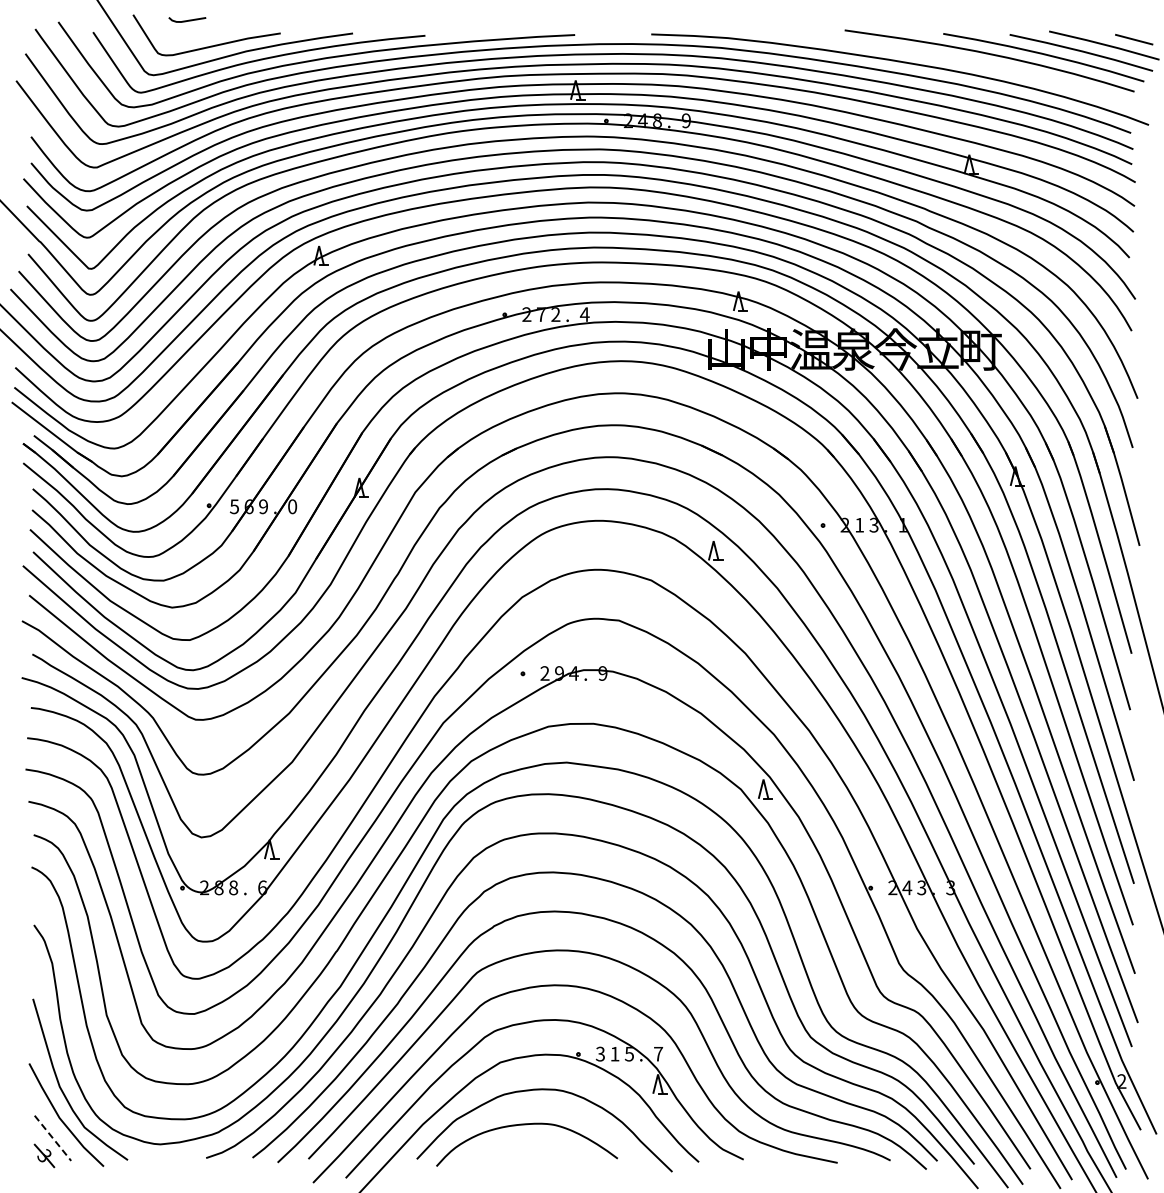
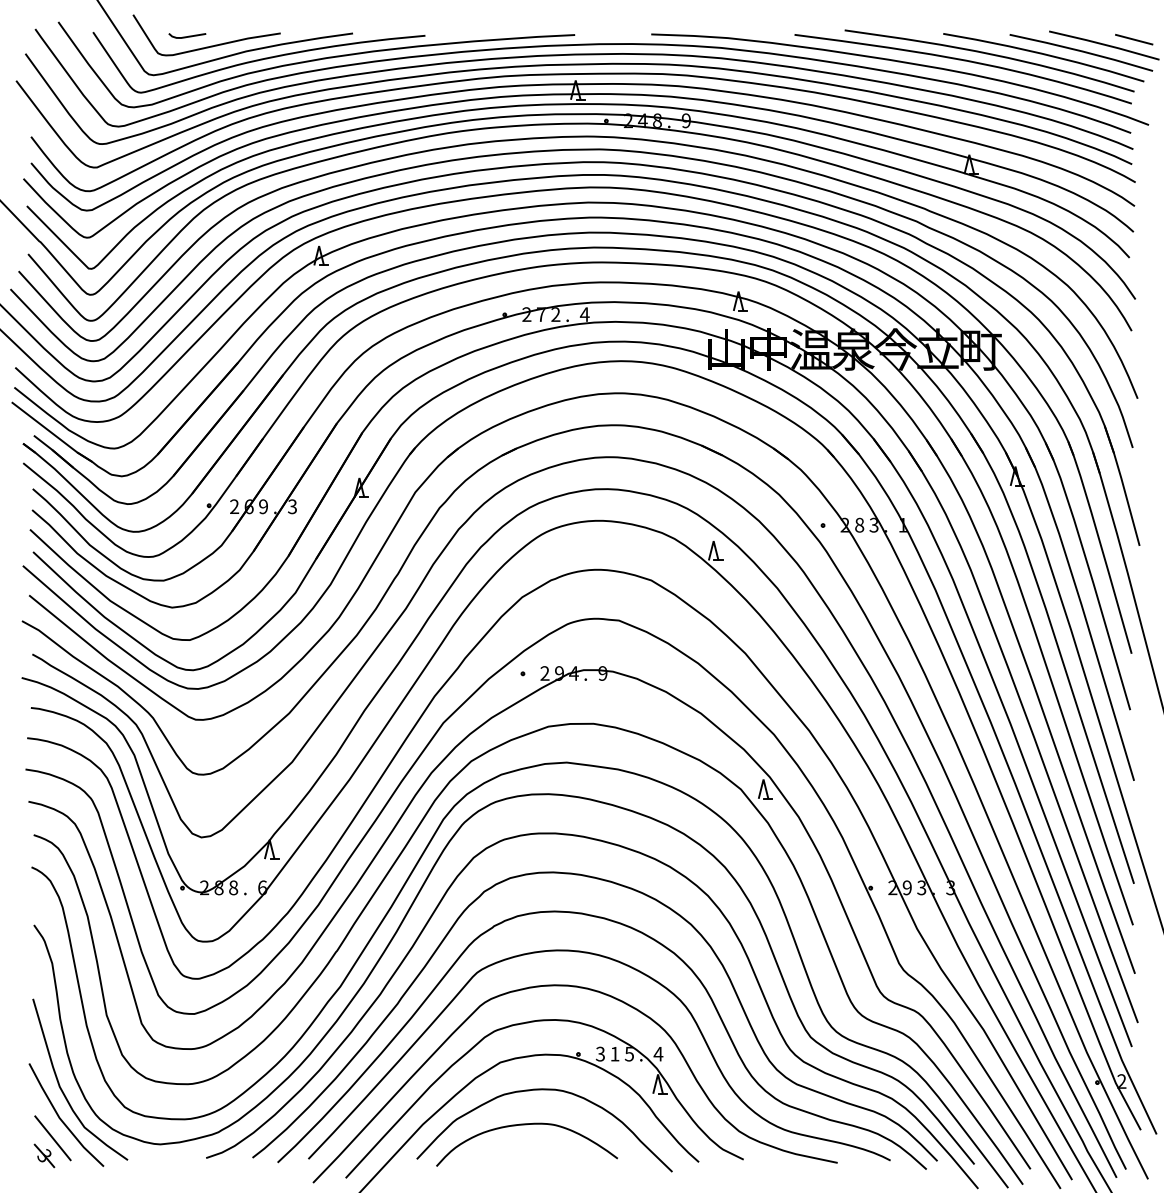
line at (188, 19) position: (188, 19) -> (188, 35)
curve at (963, 61): none -> present
text at (234, 506): 5 -> 2
text at (292, 506): 0 -> 3
text at (859, 524): 1 -> 8
text at (907, 887): 4 -> 9
text at (658, 1054): 7 -> 4
line at (53, 1138): dashed -> solid
